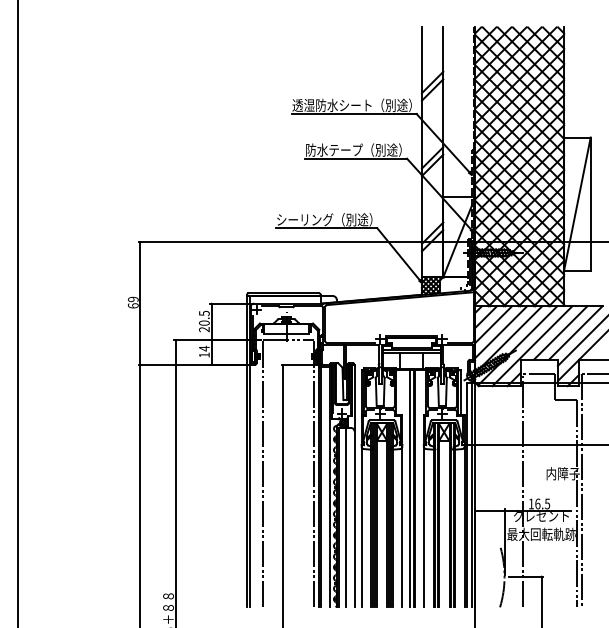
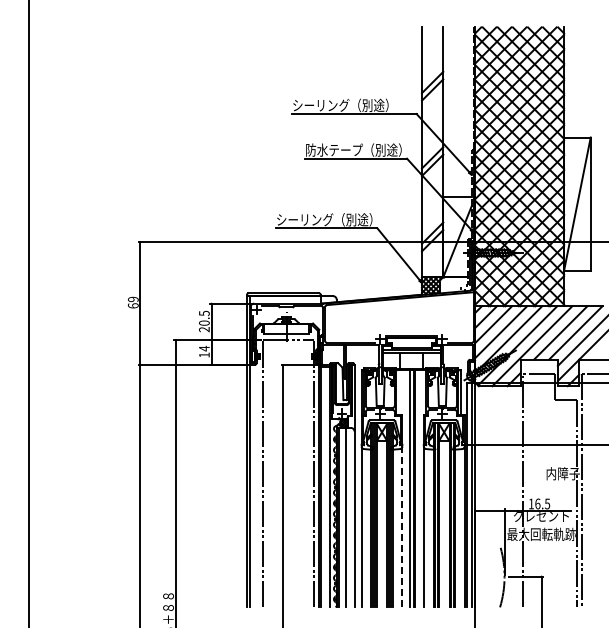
text at (351, 105): 透湿防水シート（別途） -> シーリング（別途）
line at (18, 313) position: (18, 313) -> (29, 313)
line at (402, 527): solid -> dashed
